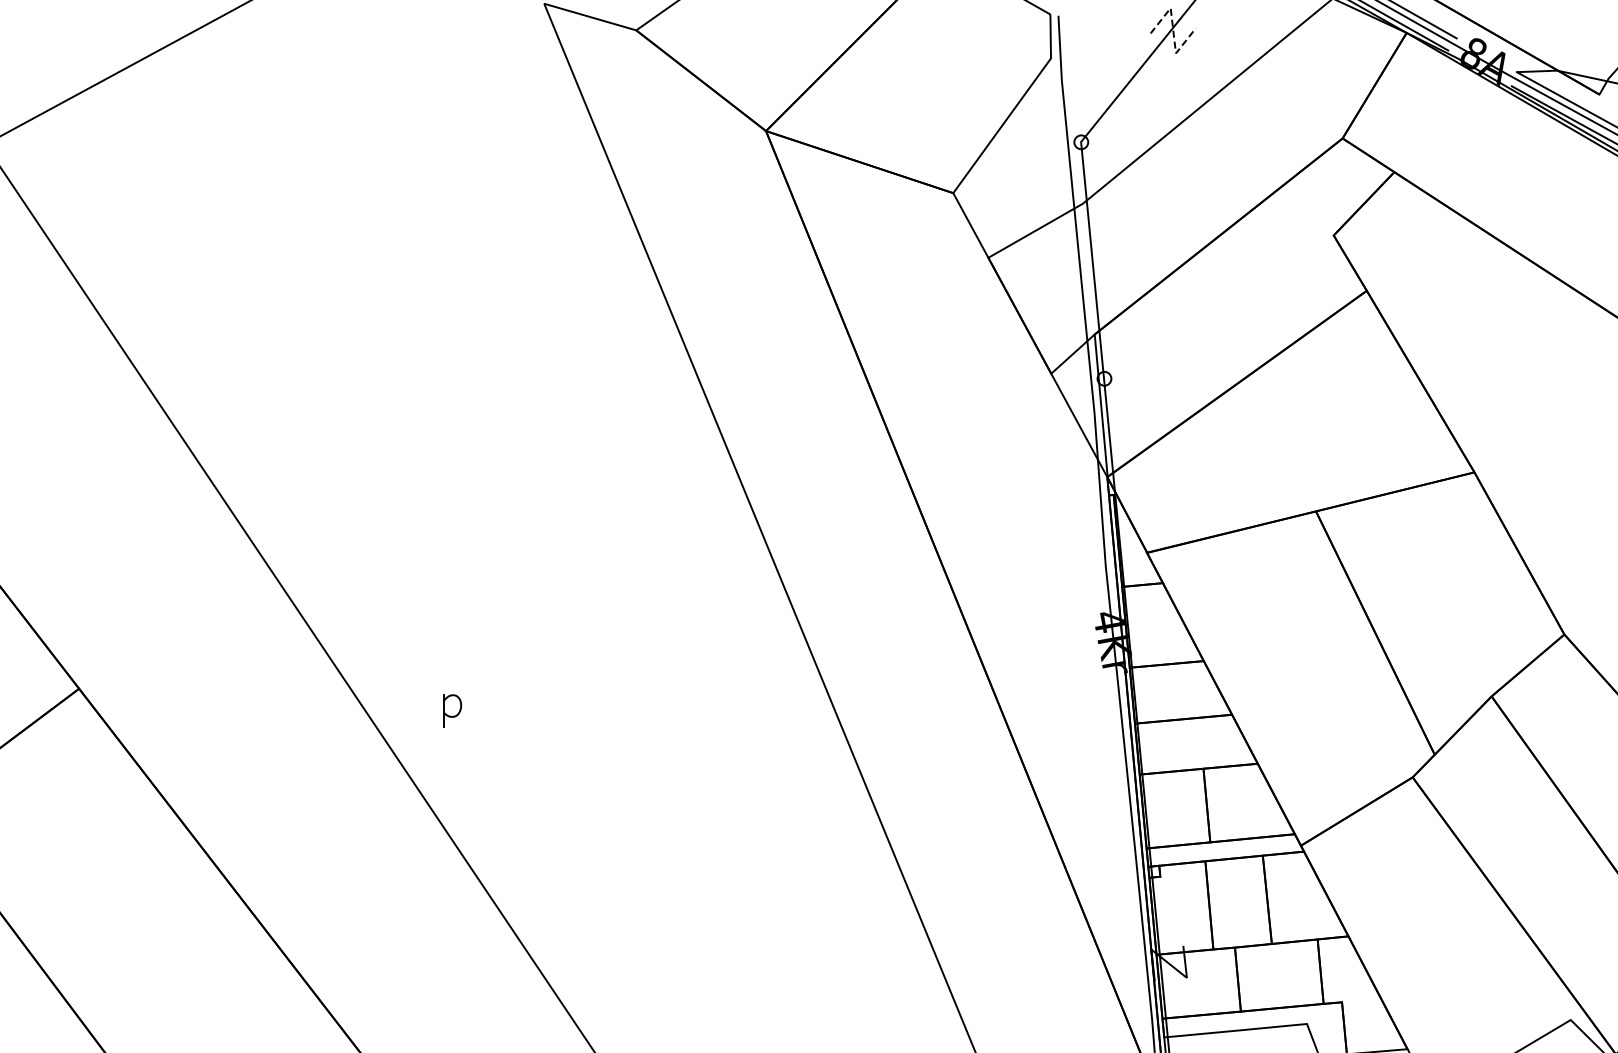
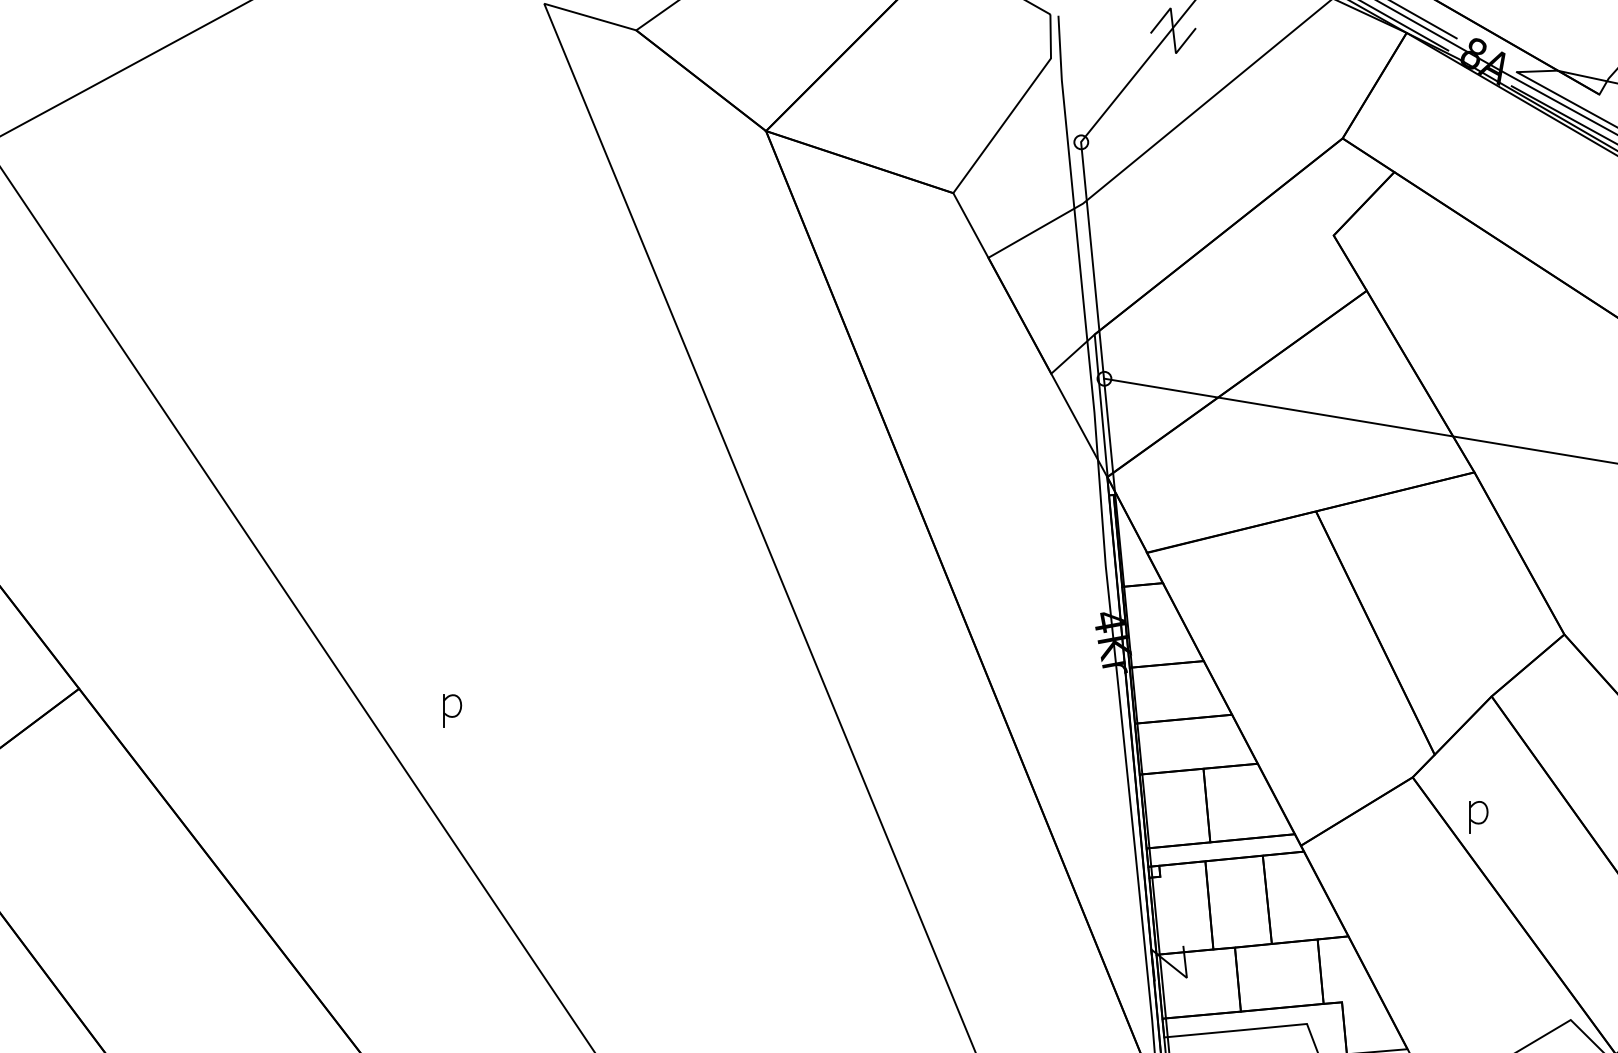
line at (1173, 30): dashed -> solid
line at (1359, 420): none -> present
part at (1478, 817): none -> present
